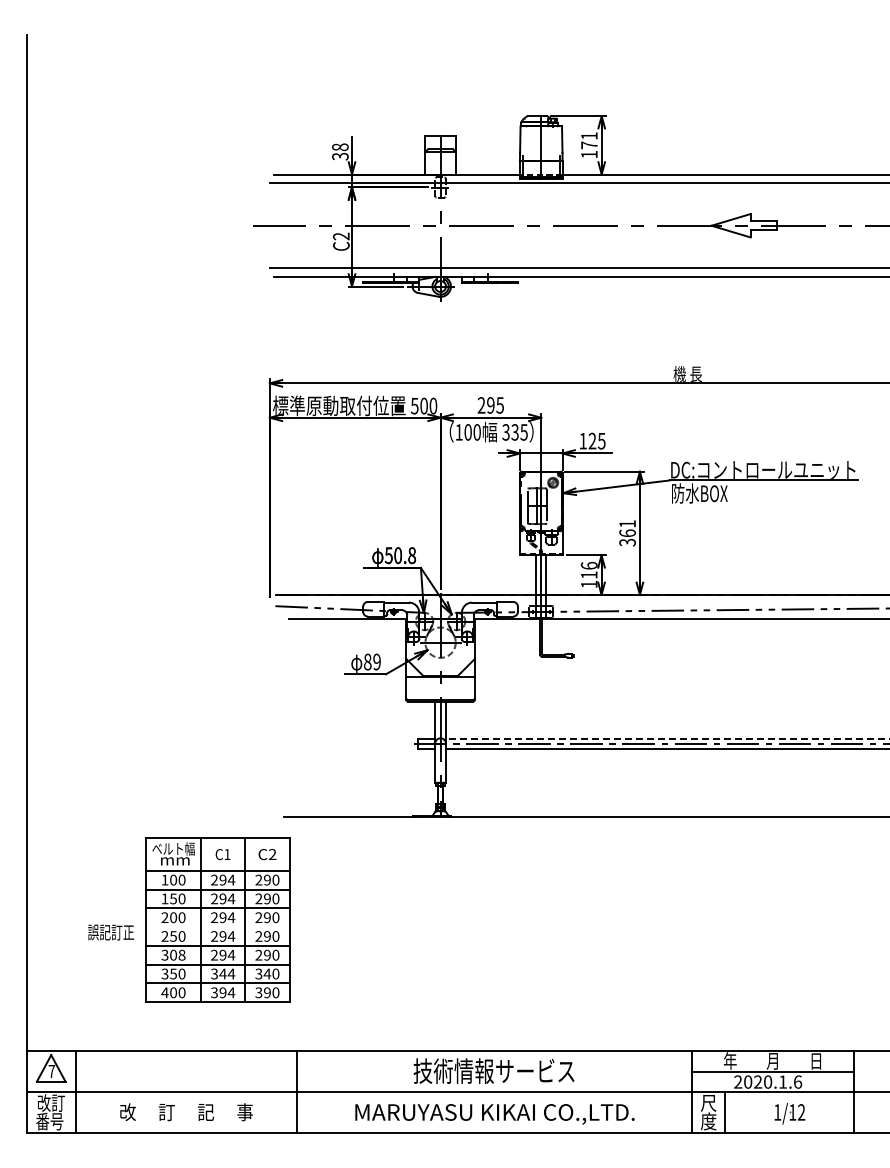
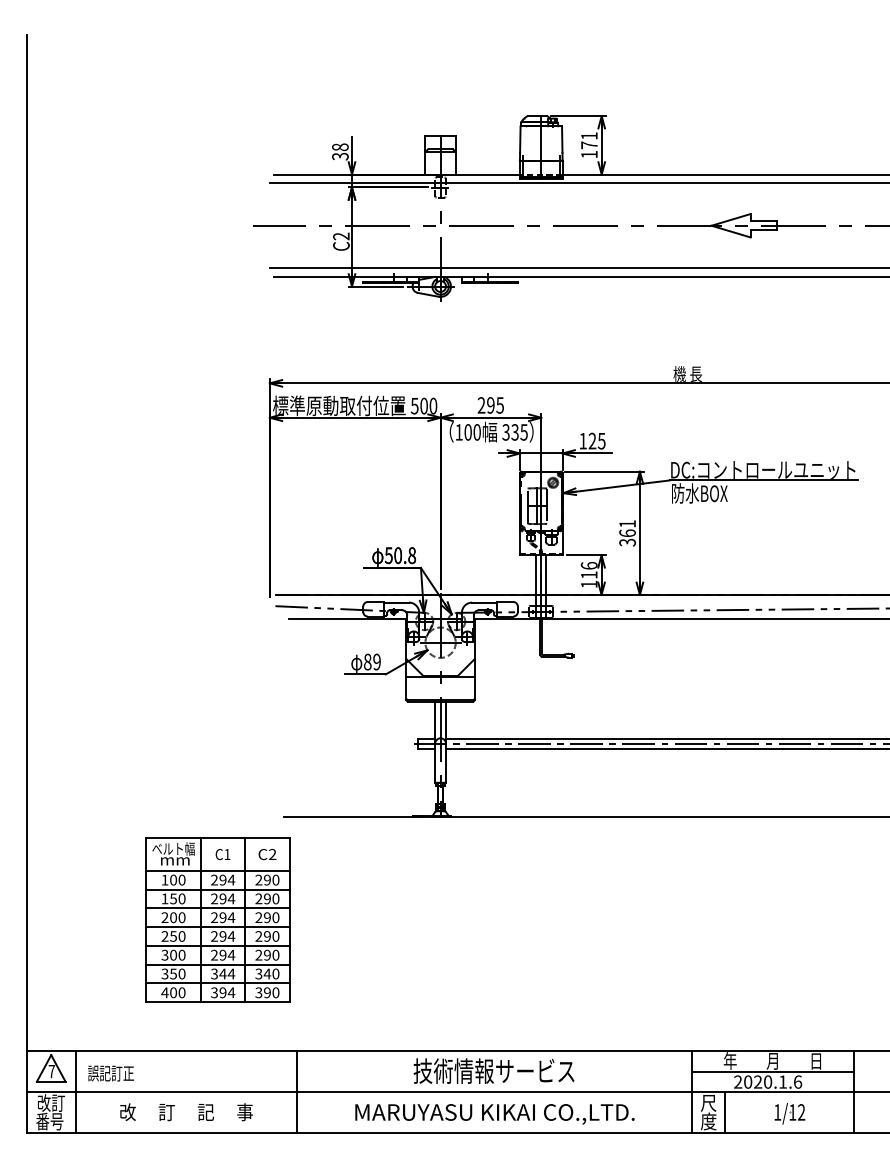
line at (667, 739): dashed -> solid
line at (217, 927): none -> present
text at (110, 932) position: (110, 932) -> (110, 1073)
text at (181, 955): 308 -> 300
